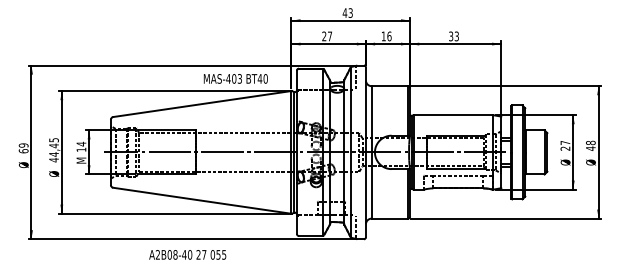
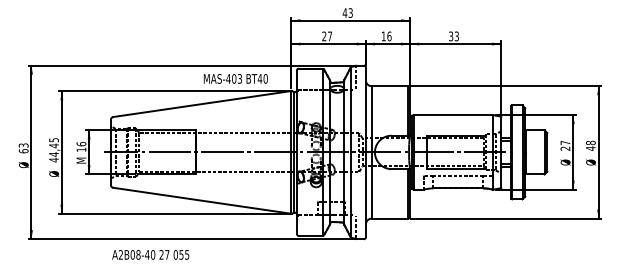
text at (81, 143): 14 -> 16
text at (23, 145): 69 -> 63
text at (187, 254) position: (187, 254) -> (150, 254)
